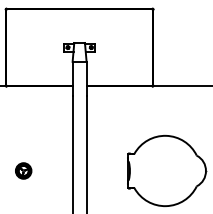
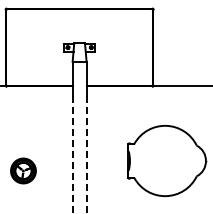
line at (72, 154): solid -> dashed
line at (86, 154): solid -> dashed
part at (23, 170) size: 18x18 px -> 27x28 px
part at (167, 170) position: (167, 170) -> (167, 160)
